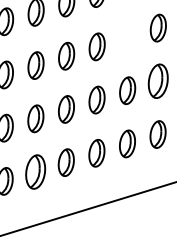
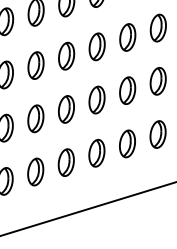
part at (127, 37): none -> present
part at (157, 80) size: 22x36 px -> 18x29 px
part at (35, 171) size: 22x36 px -> 18x30 px
